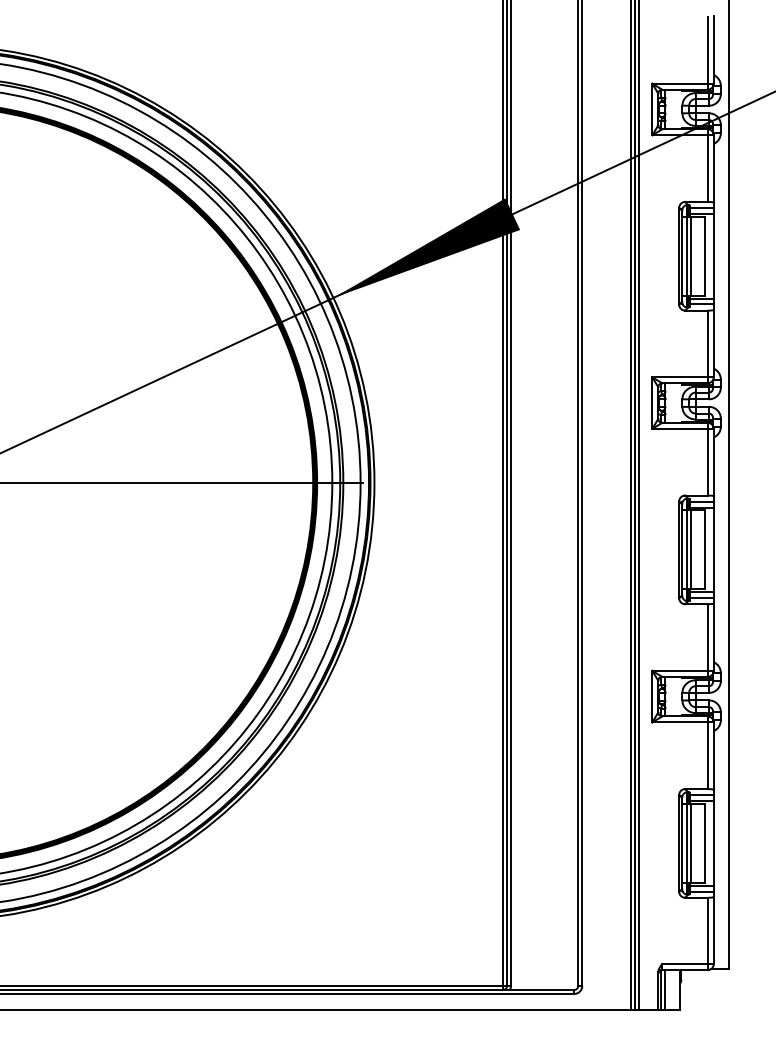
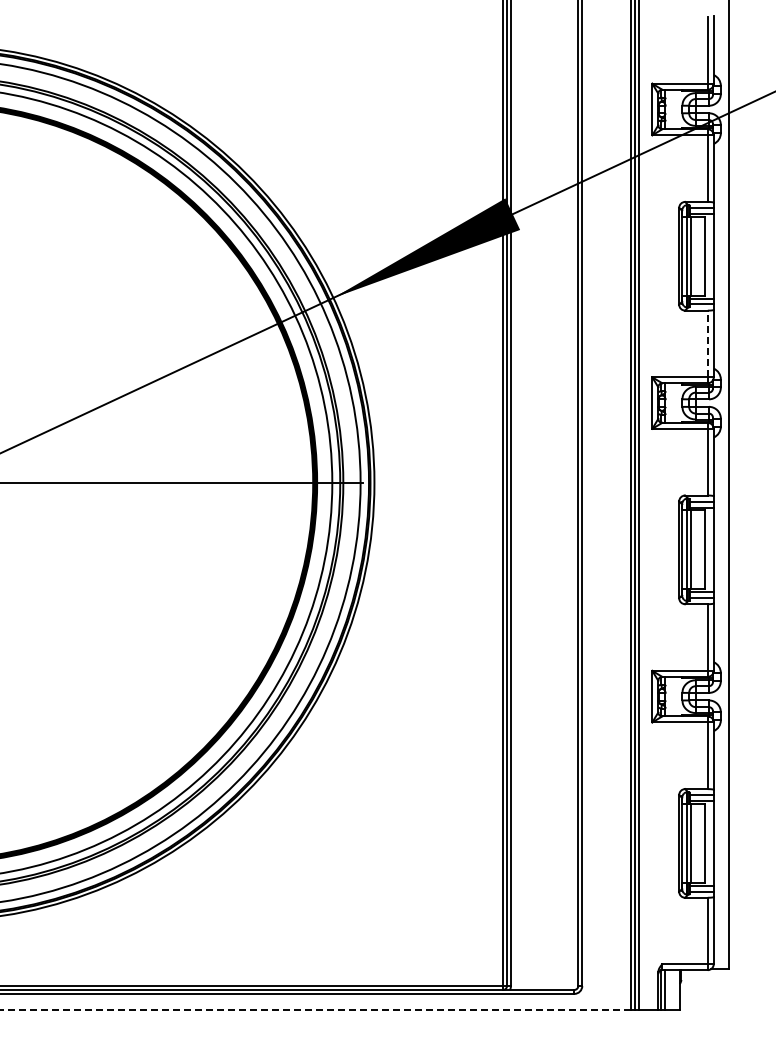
line at (707, 343): solid -> dashed
line at (315, 1009): solid -> dashed
